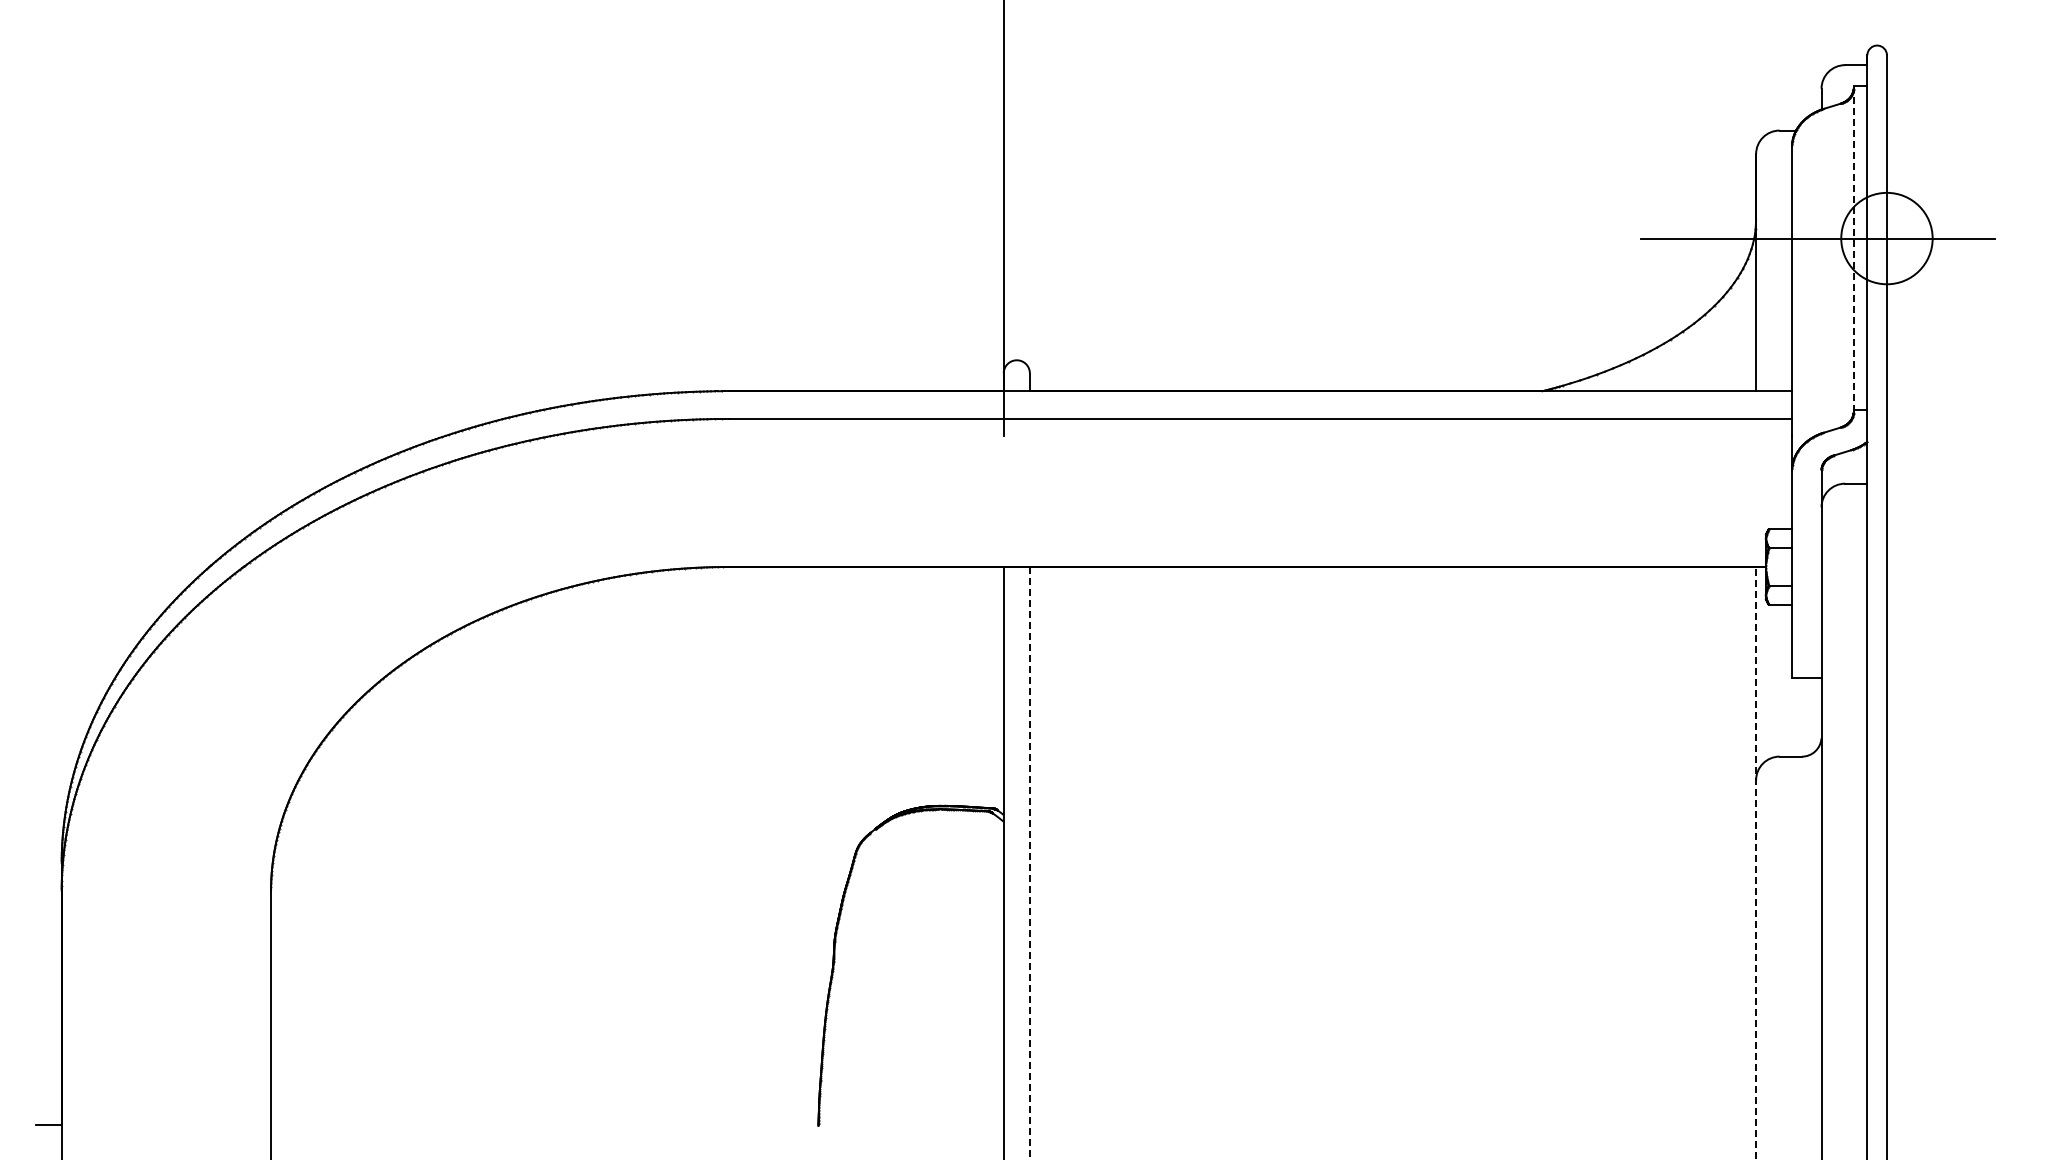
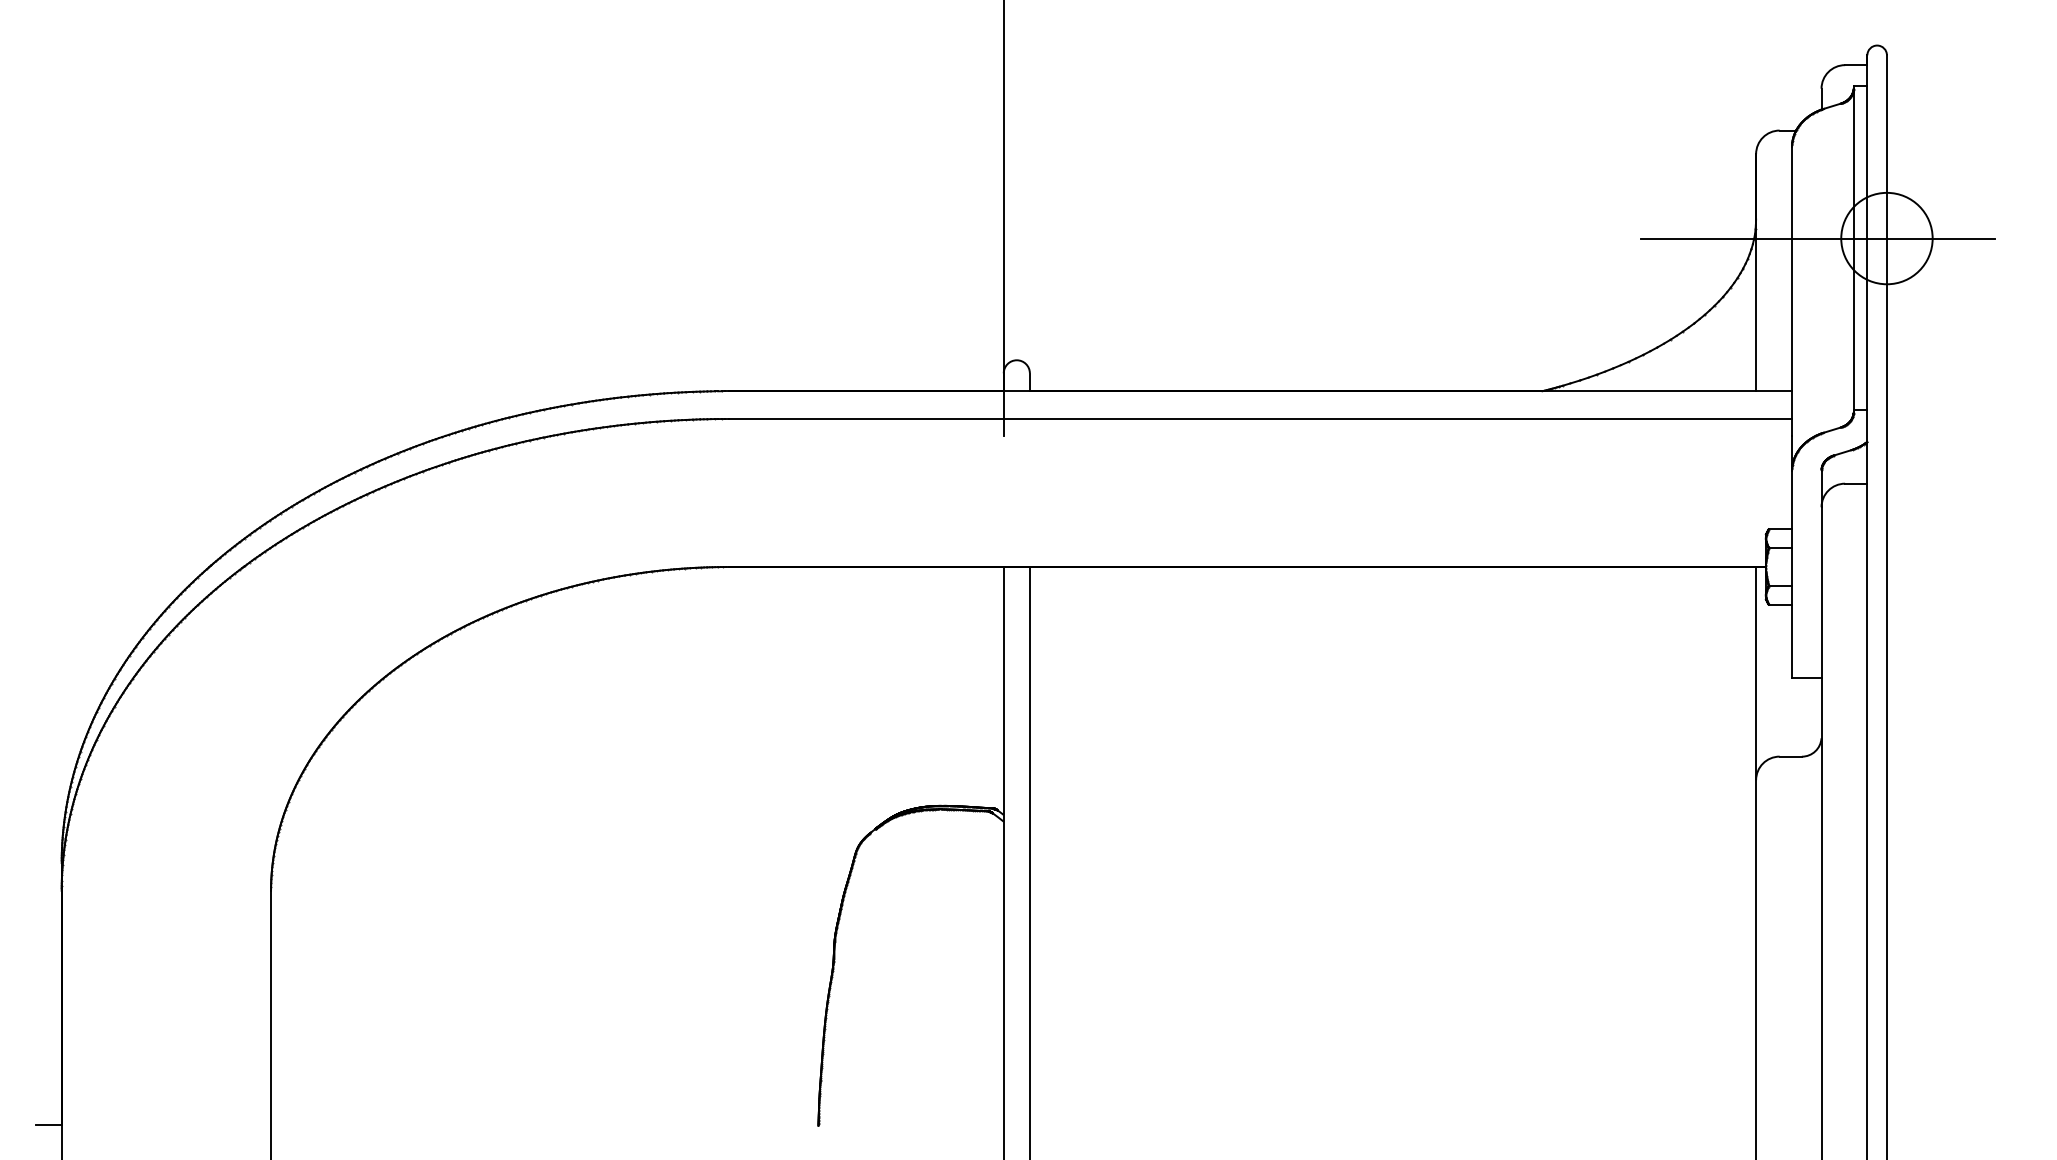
line at (1853, 248): dashed -> solid
line at (1756, 862): dashed -> solid
line at (1029, 863): dashed -> solid
